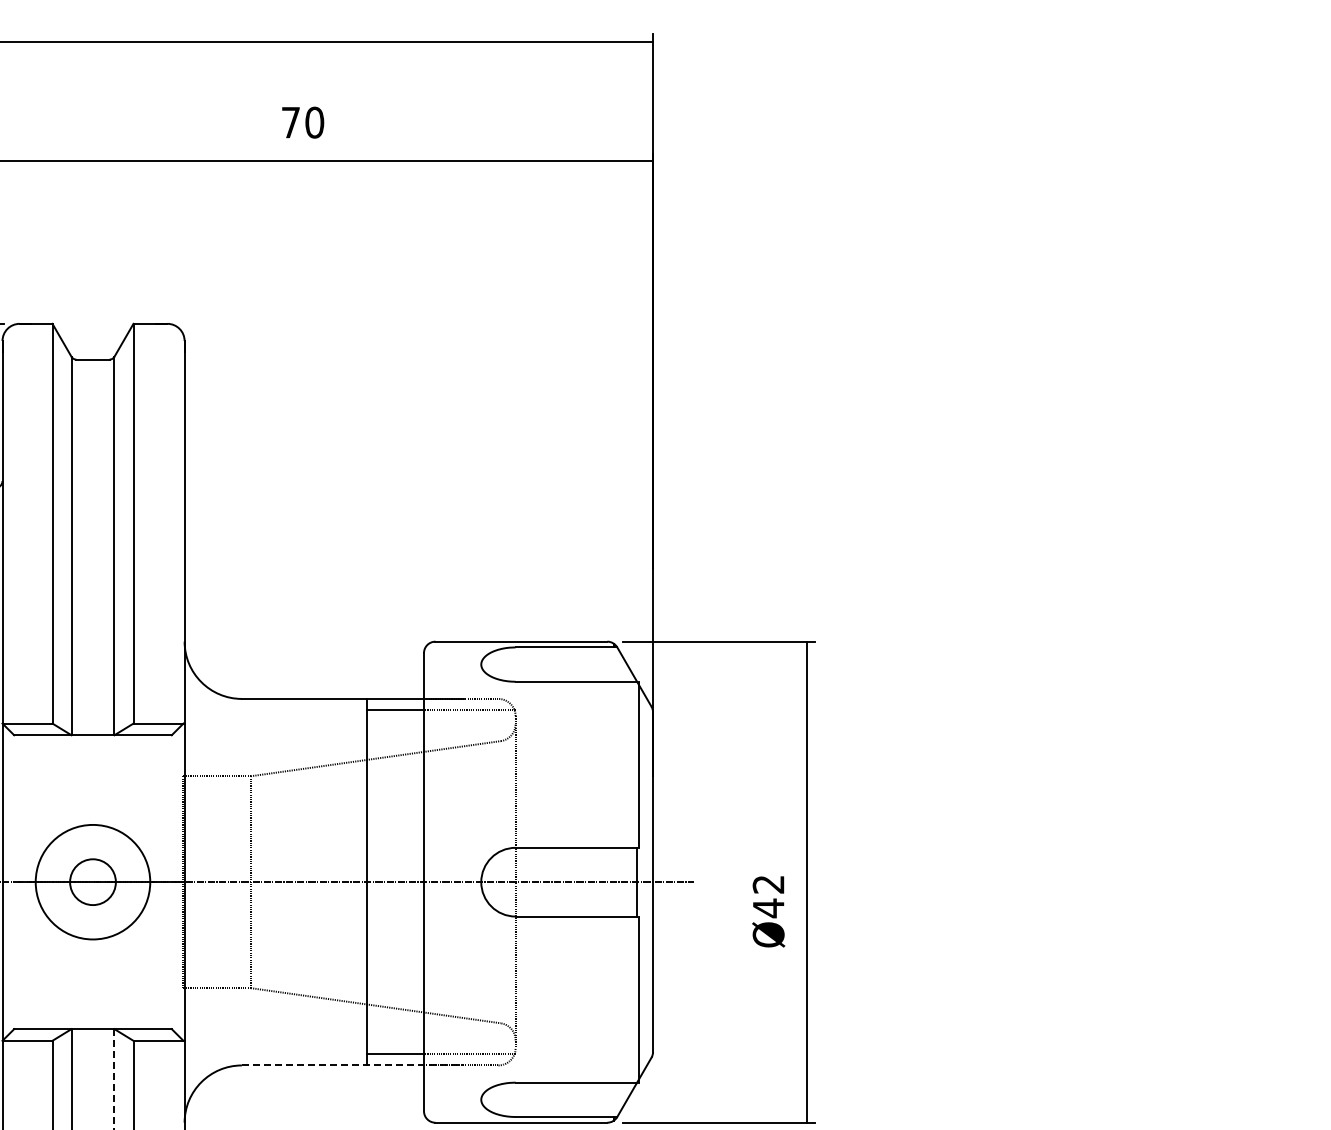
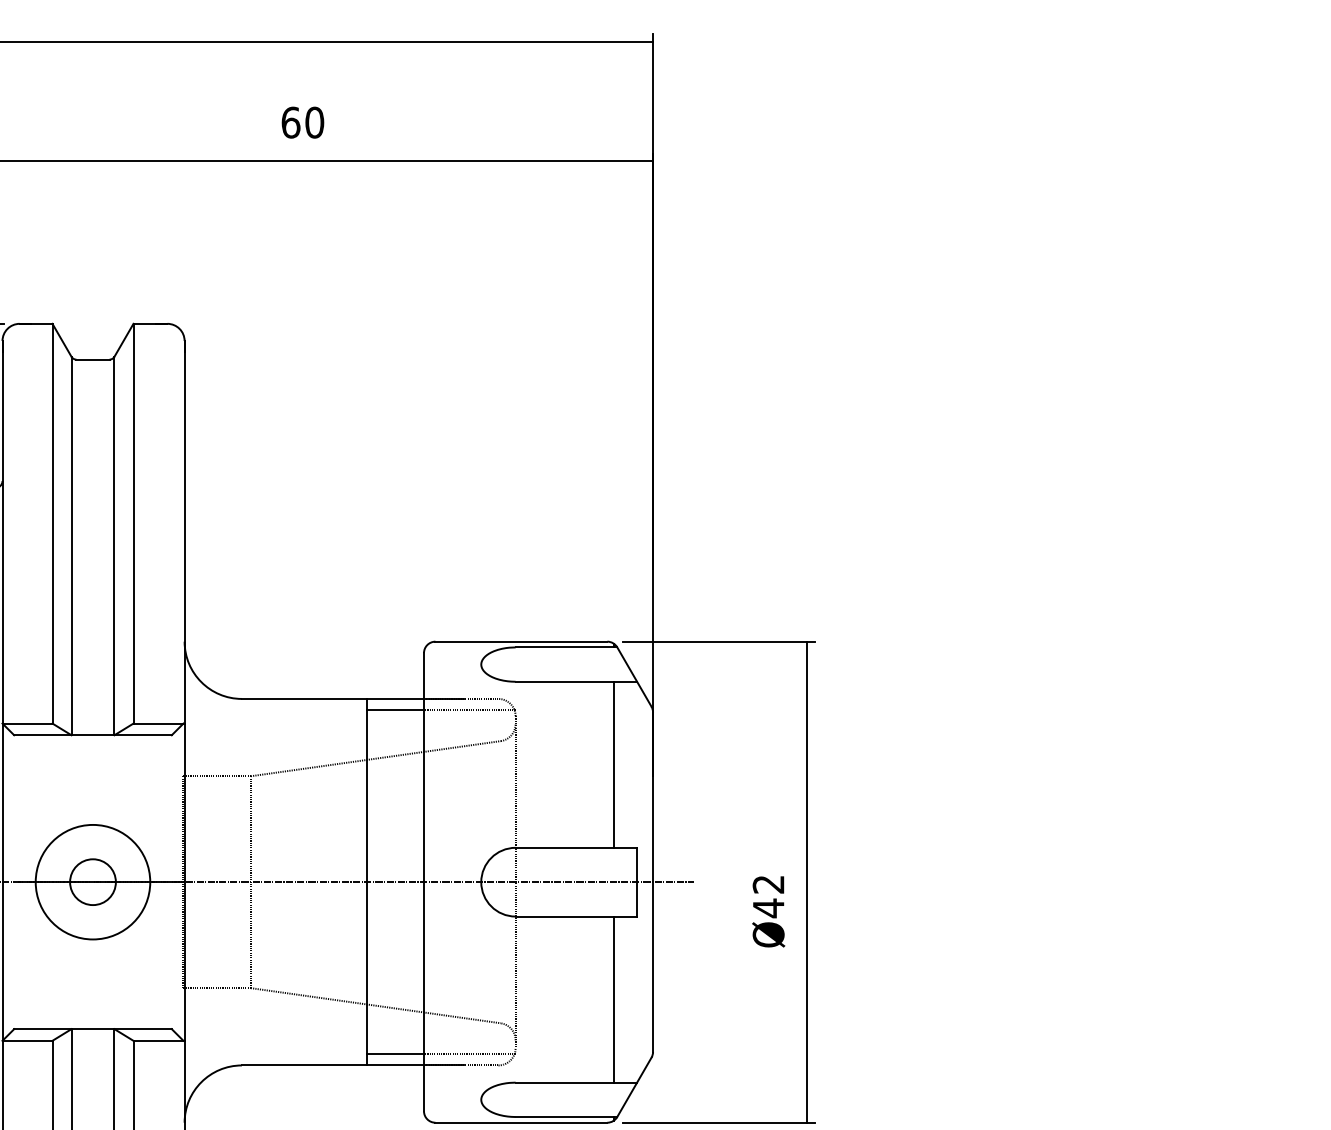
text at (290, 122): 70 -> 60
line at (638, 764) position: (638, 764) -> (613, 764)
line at (638, 999) position: (638, 999) -> (613, 999)
line at (353, 1065): dashed -> solid
line at (114, 1080): dashed -> solid
